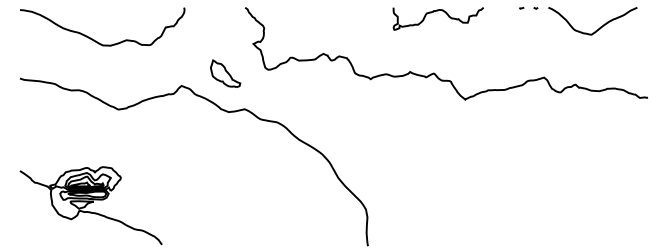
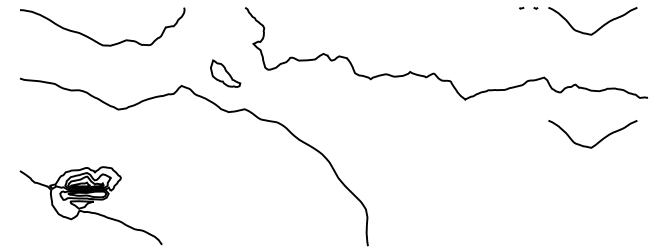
curve at (437, 11): present -> none
curve at (599, 140): none -> present
